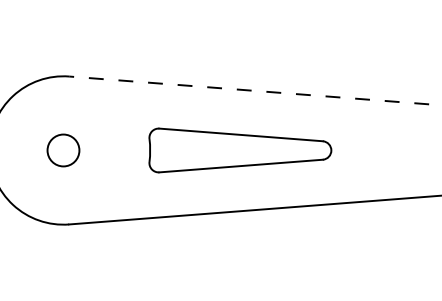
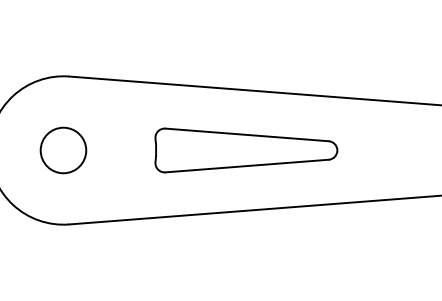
line at (255, 90): dashed -> solid
circle at (63, 150) size: 35x35 px -> 49x49 px
part at (240, 150) position: (240, 150) -> (246, 150)
